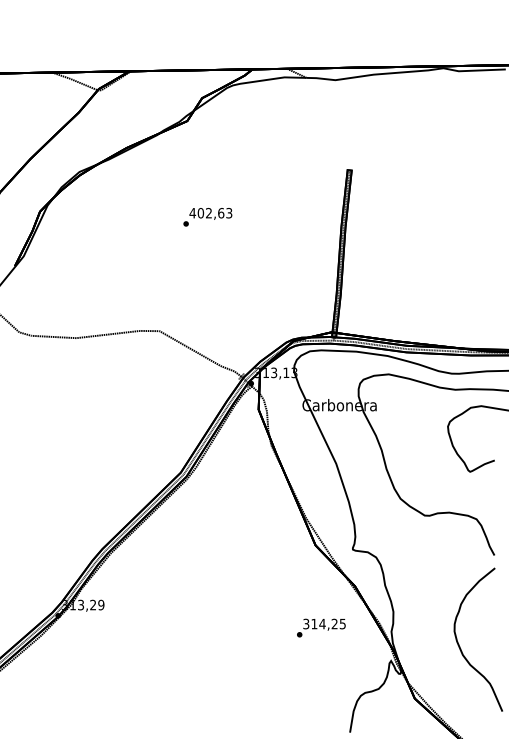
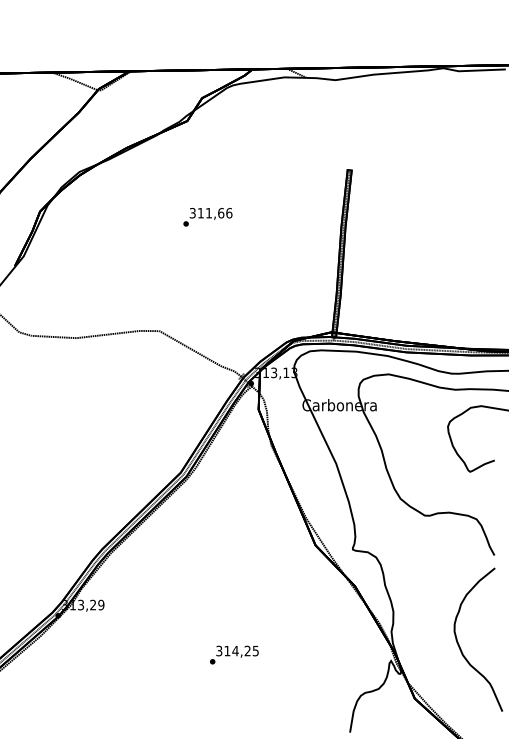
text at (210, 212): 402,63 -> 311,66
text at (321, 627) position: (321, 627) -> (234, 654)
